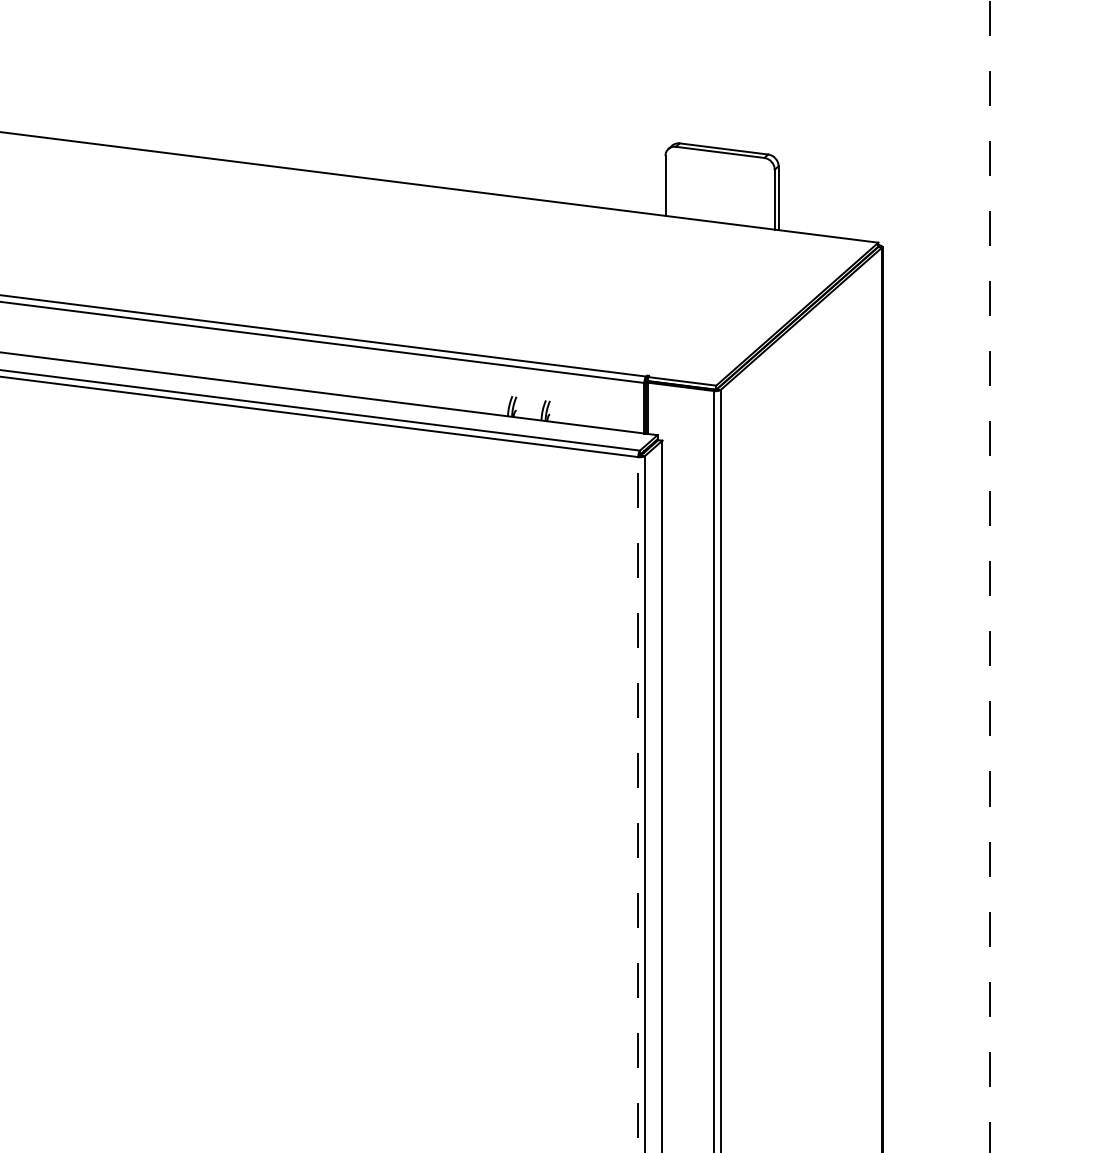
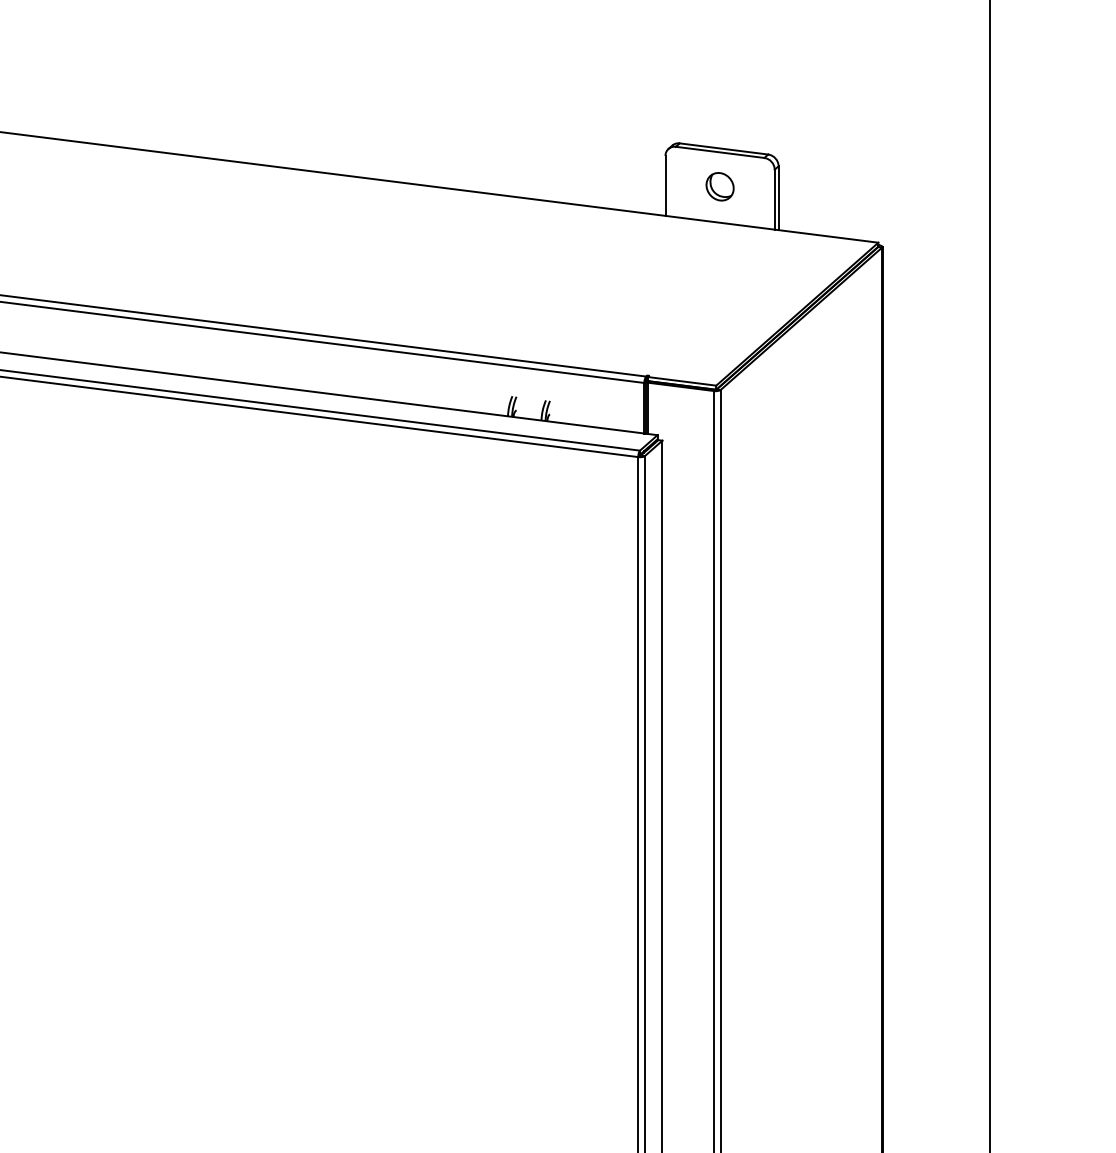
part at (719, 186): none -> present
line at (989, 576): dashed -> solid
line at (638, 805): dashed -> solid
